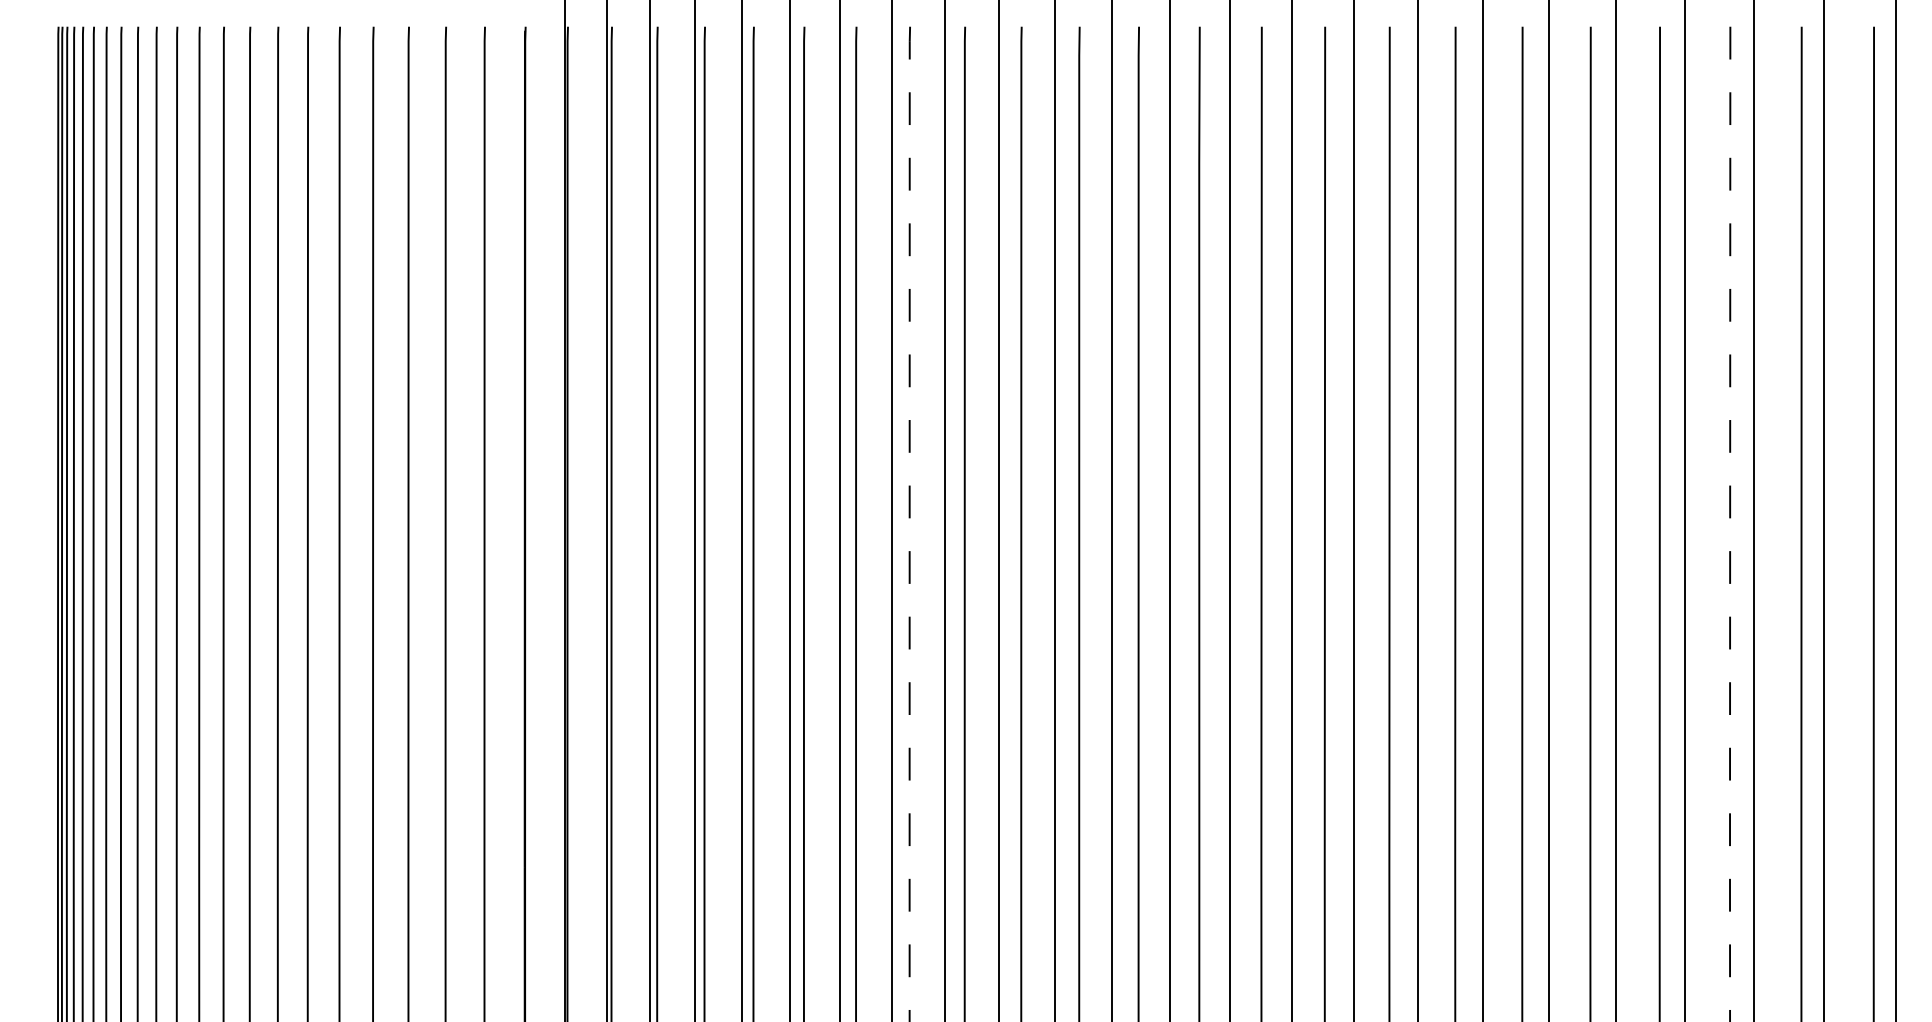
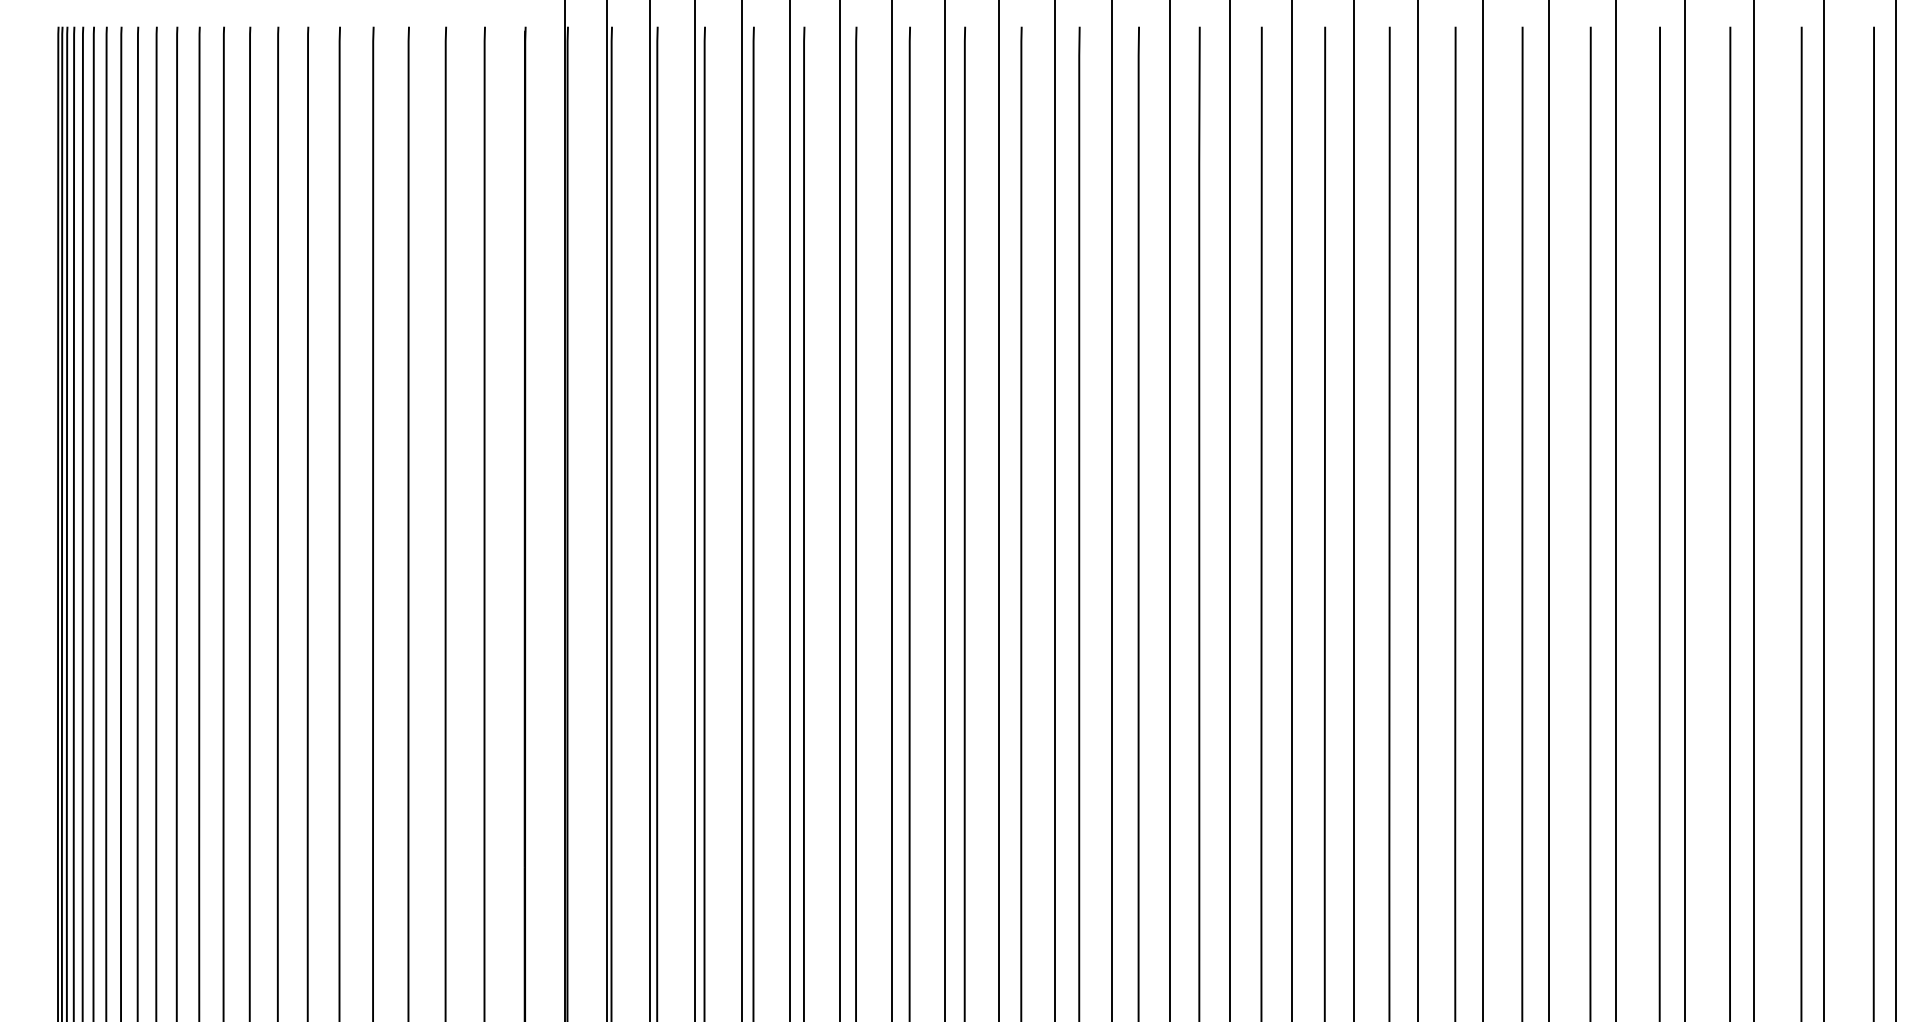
line at (909, 523): dashed -> solid
line at (1730, 524): dashed -> solid
